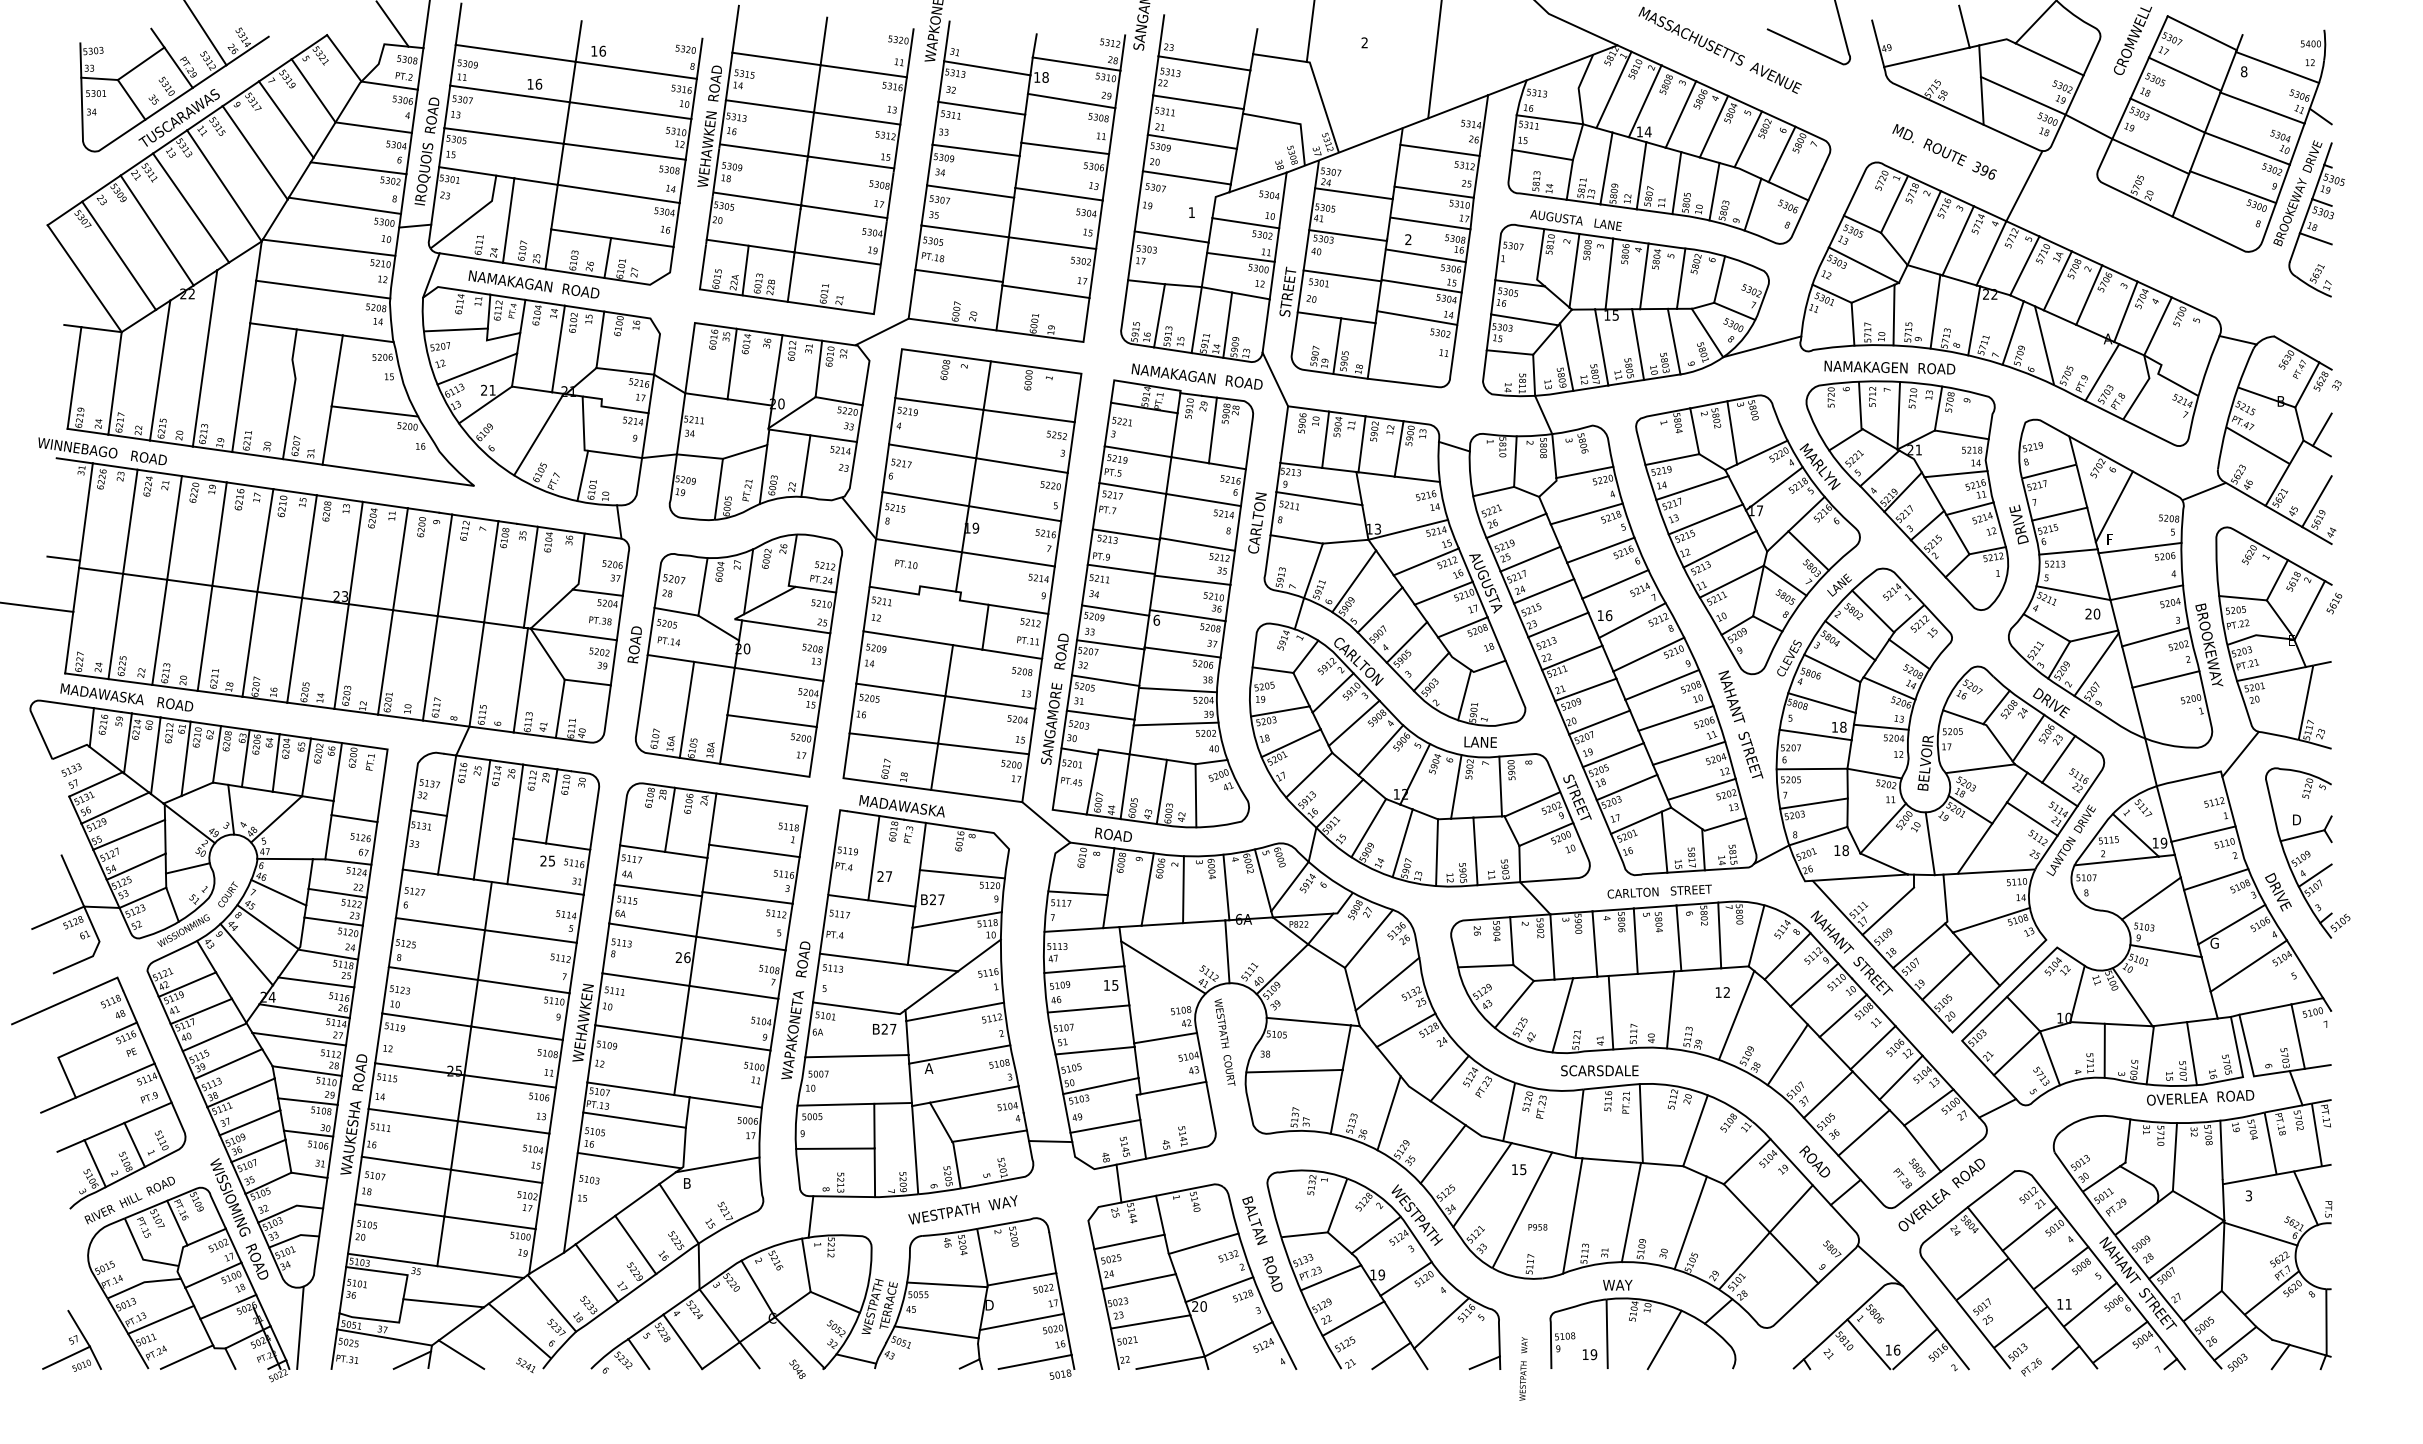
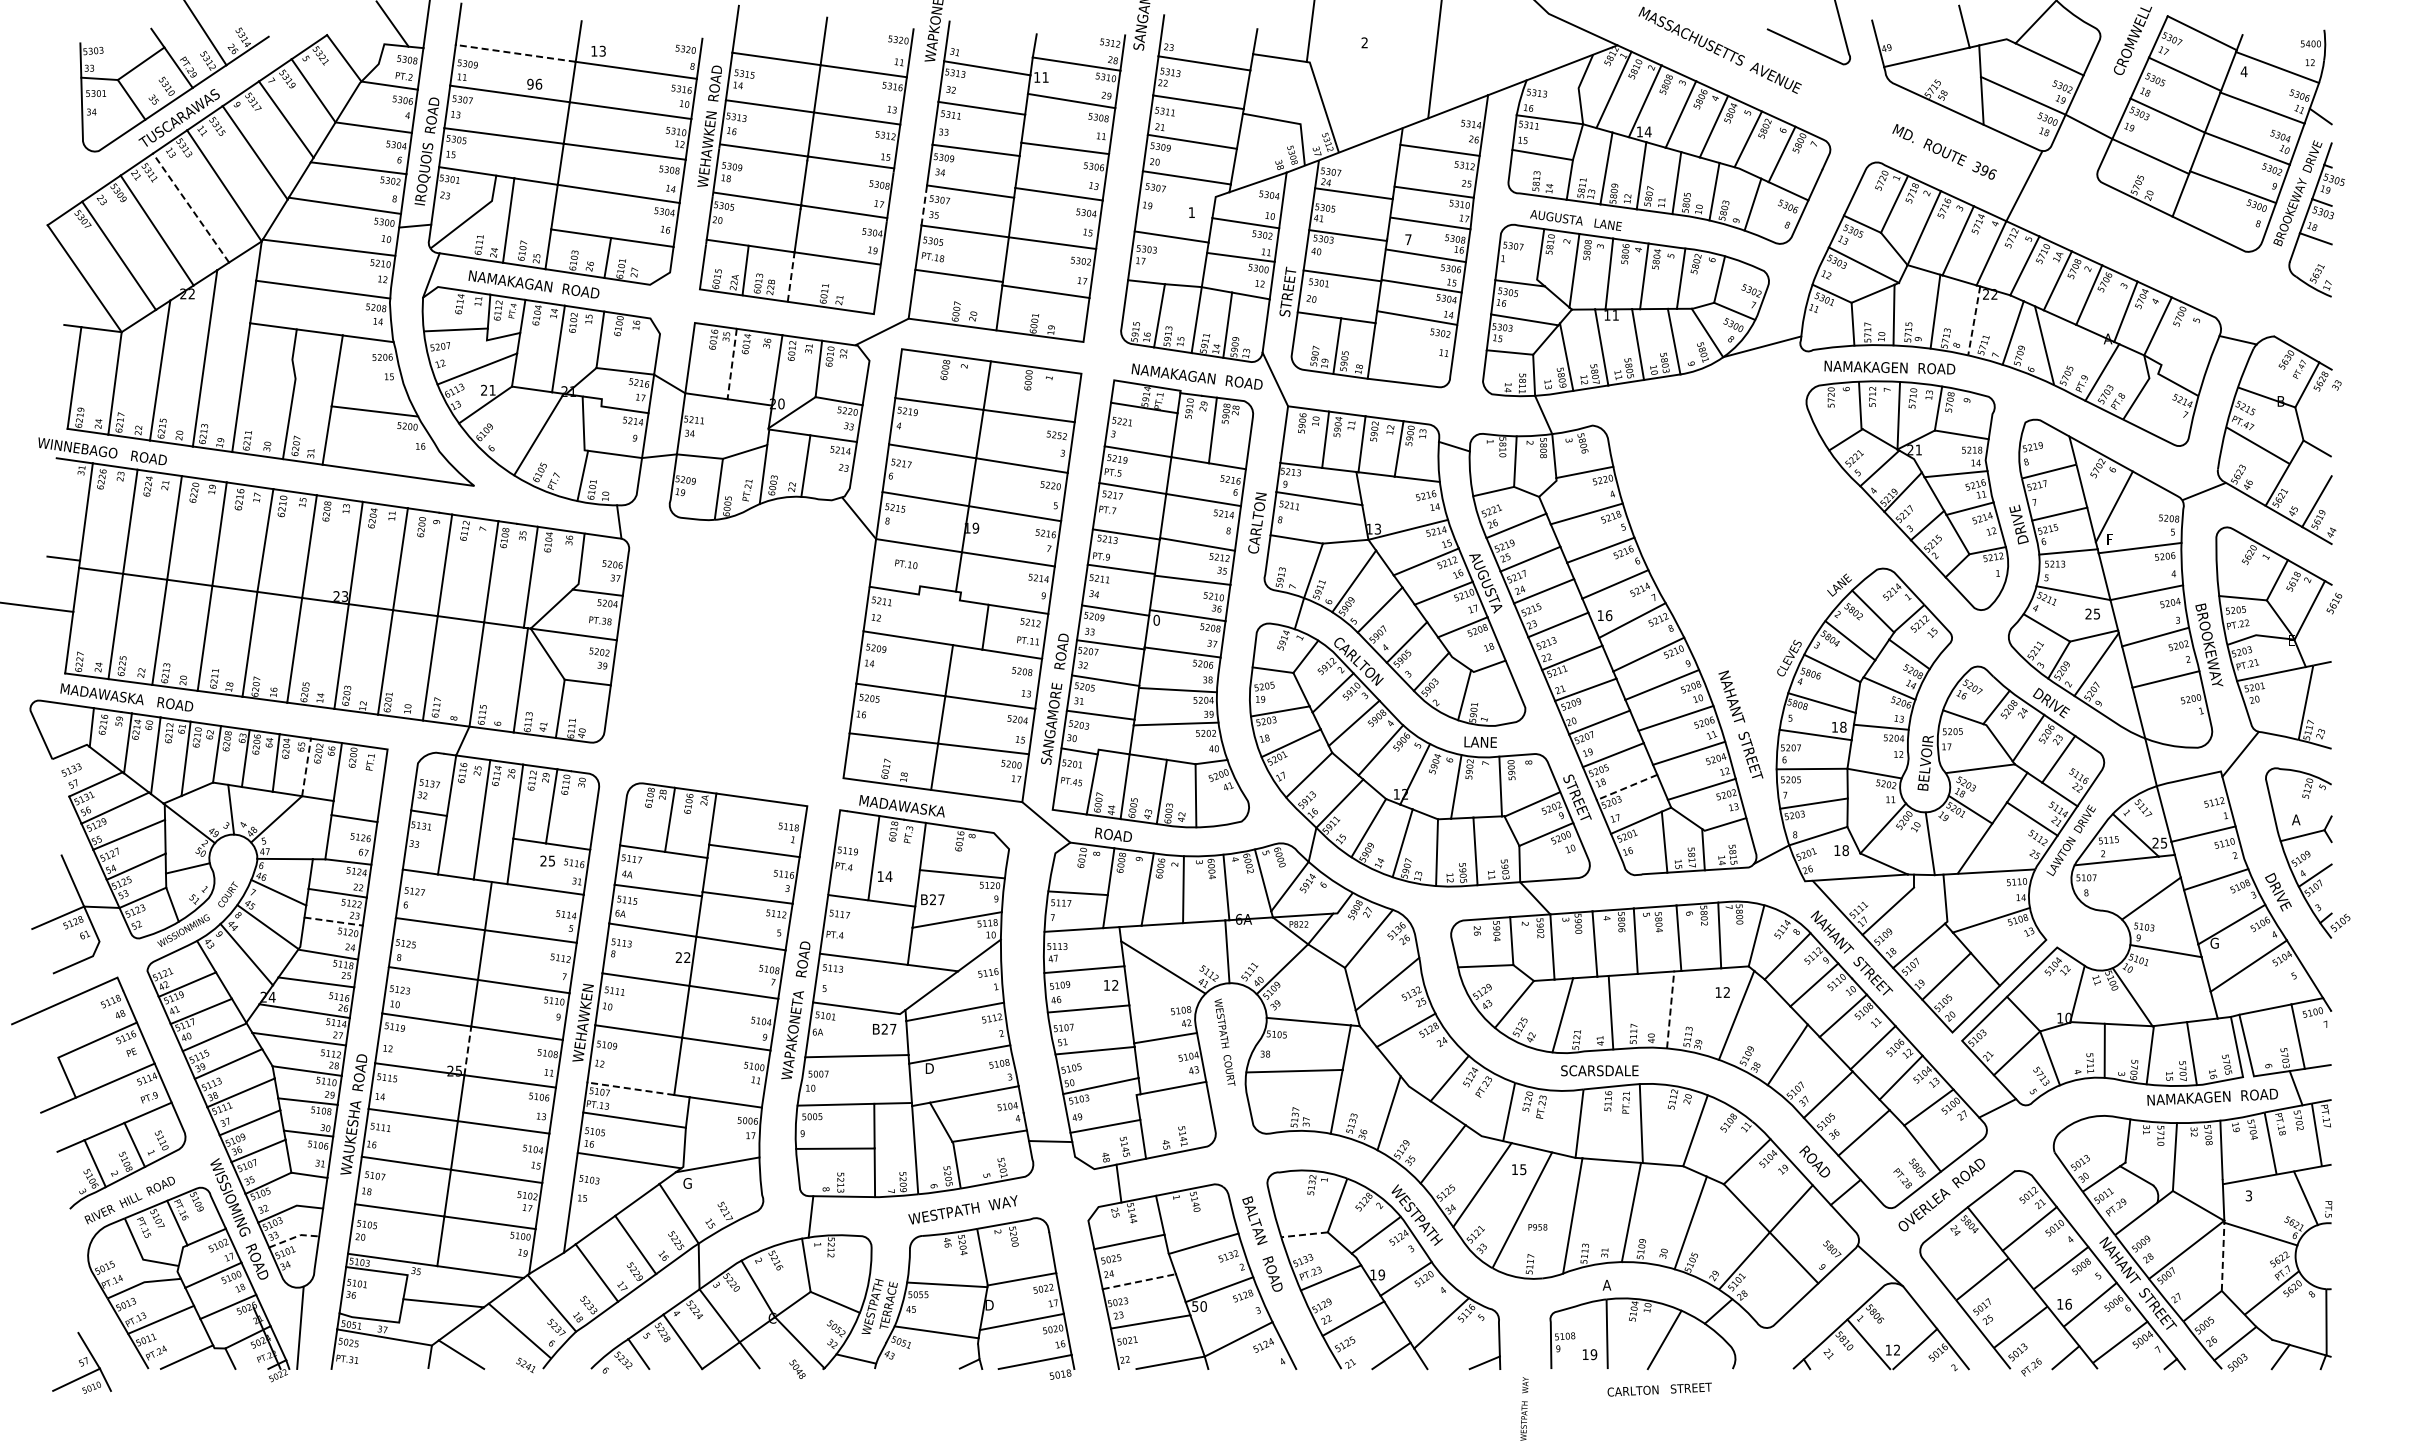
text at (602, 50): 16 -> 13
line at (515, 53): solid -> dashed
text at (2243, 71): 8 -> 4
text at (1045, 77): 18 -> 11
text at (530, 83): 16 -> 96
line at (924, 205): solid -> dashed
line at (190, 207): solid -> dashed
text at (1408, 239): 2 -> 7
line at (790, 279): solid -> dashed
text at (1615, 315): 15 -> 11
line at (1974, 320): solid -> dashed
line at (732, 364): solid -> dashed
line at (2321, 429): present -> none
part at (1747, 534): present -> none
text at (2096, 613): 20 -> 25
text at (1156, 619): 6 -> 0
part at (734, 655): present -> none
line at (306, 766): solid -> dashed
line at (1627, 787): solid -> dashed
text at (2296, 819): D -> A
text at (2159, 842): 19 -> 25
text at (884, 876): 27 -> 14
text at (1659, 891) position: (1659, 891) -> (1659, 1389)
line at (334, 921): solid -> dashed
text at (687, 957): 26 -> 22
text at (1115, 985): 15 -> 12
line at (1670, 1009): solid -> dashed
line at (467, 1050): solid -> dashed
text at (928, 1068): A -> D
line at (630, 1088): solid -> dashed
text at (2212, 1096): OVERLEA  ROAD -> NAMAKAGEN  ROAD
text at (687, 1183): B -> G
line at (1303, 1234): solid -> dashed
line at (294, 1237): solid -> dashed
line at (2223, 1256): solid -> dashed
line at (1139, 1281): solid -> dashed
text at (1617, 1284): WAY -> A
text at (2068, 1303): 11 -> 16
text at (1195, 1306): 20 -> 50
part at (71, 1340) position: (71, 1340) -> (81, 1362)
text at (1896, 1349): 16 -> 12
line at (412, 1359): present -> none
text at (1523, 1368) position: (1523, 1368) -> (1524, 1408)
